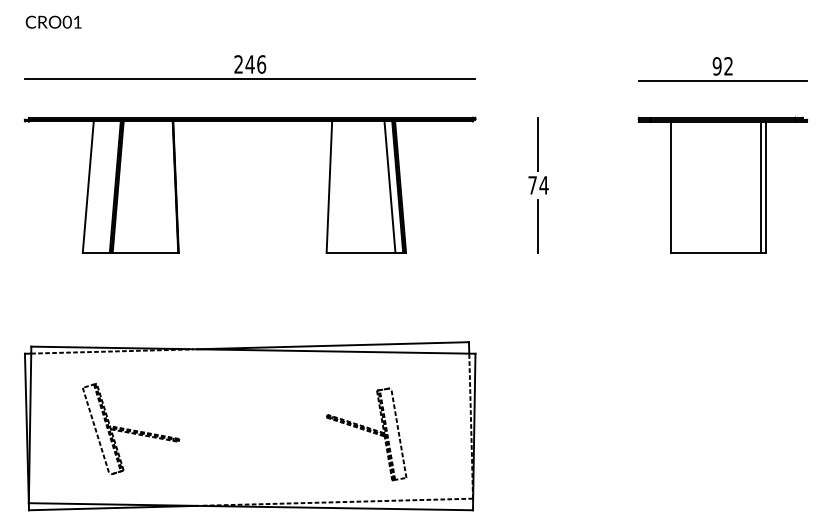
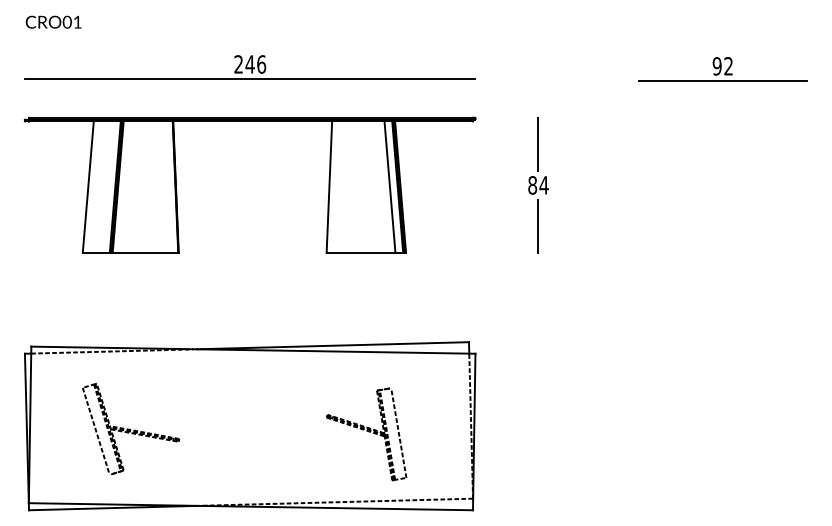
part at (722, 184): present -> none
text at (532, 185): 74 -> 84
